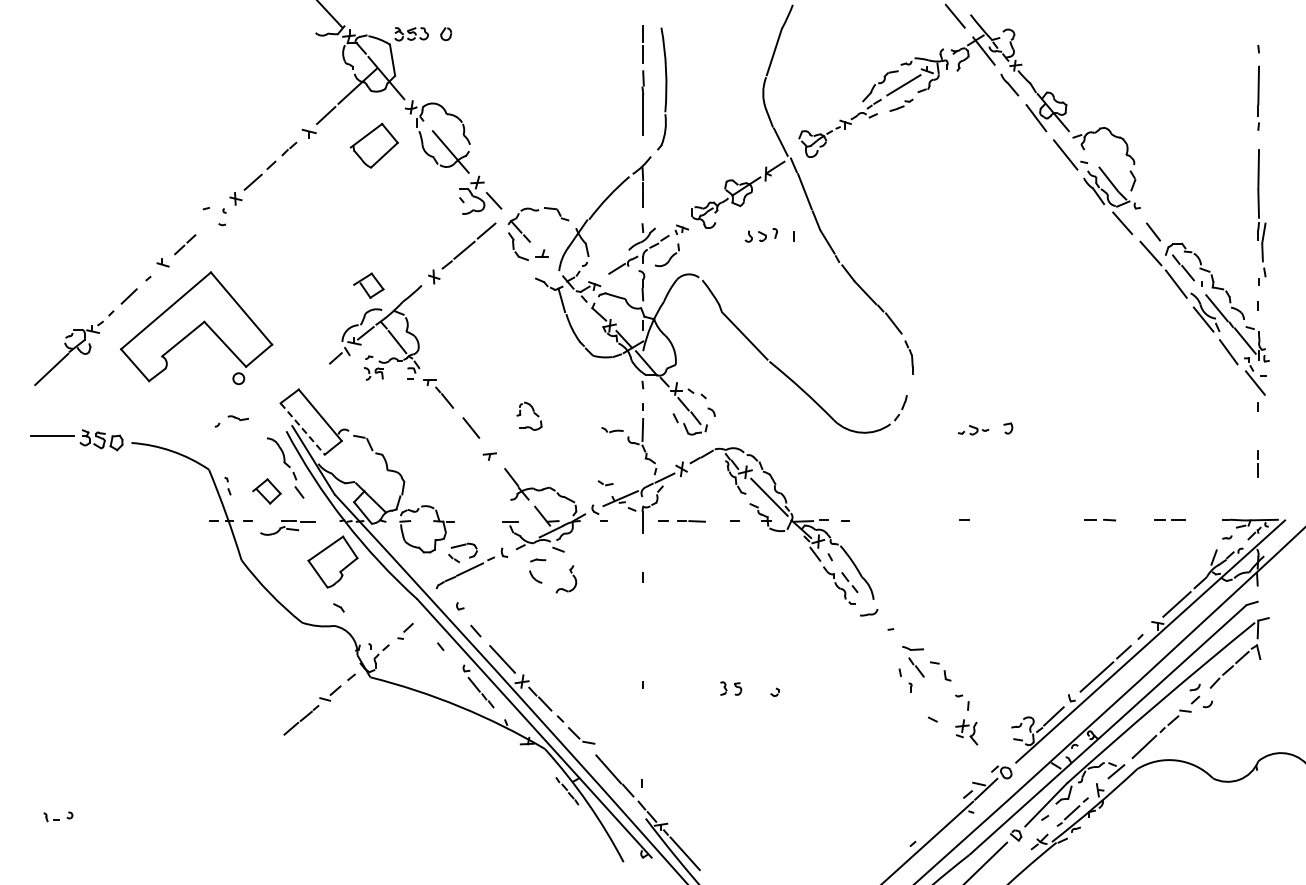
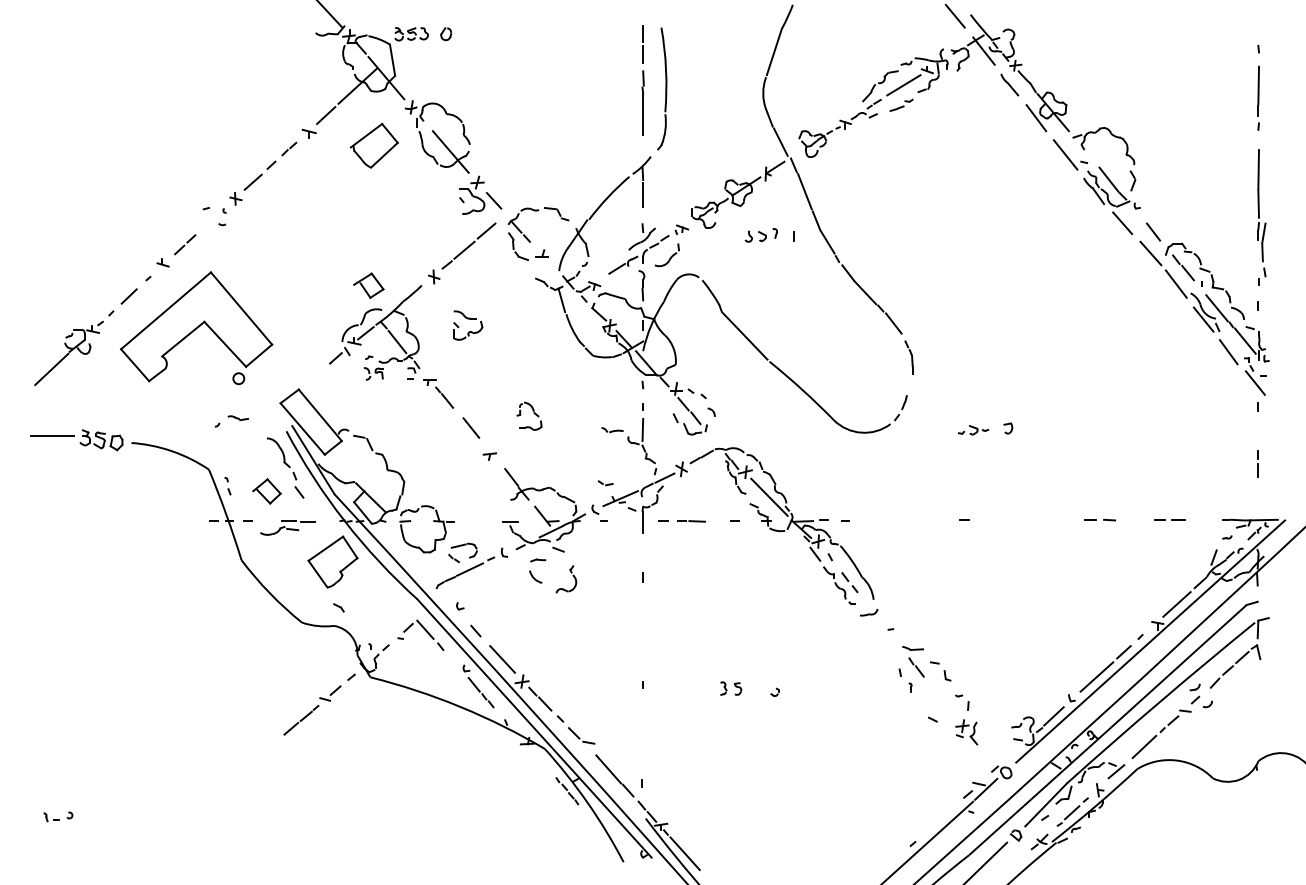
part at (468, 325): none -> present
line at (302, 428): dashed -> solid
line at (425, 629): none -> present
